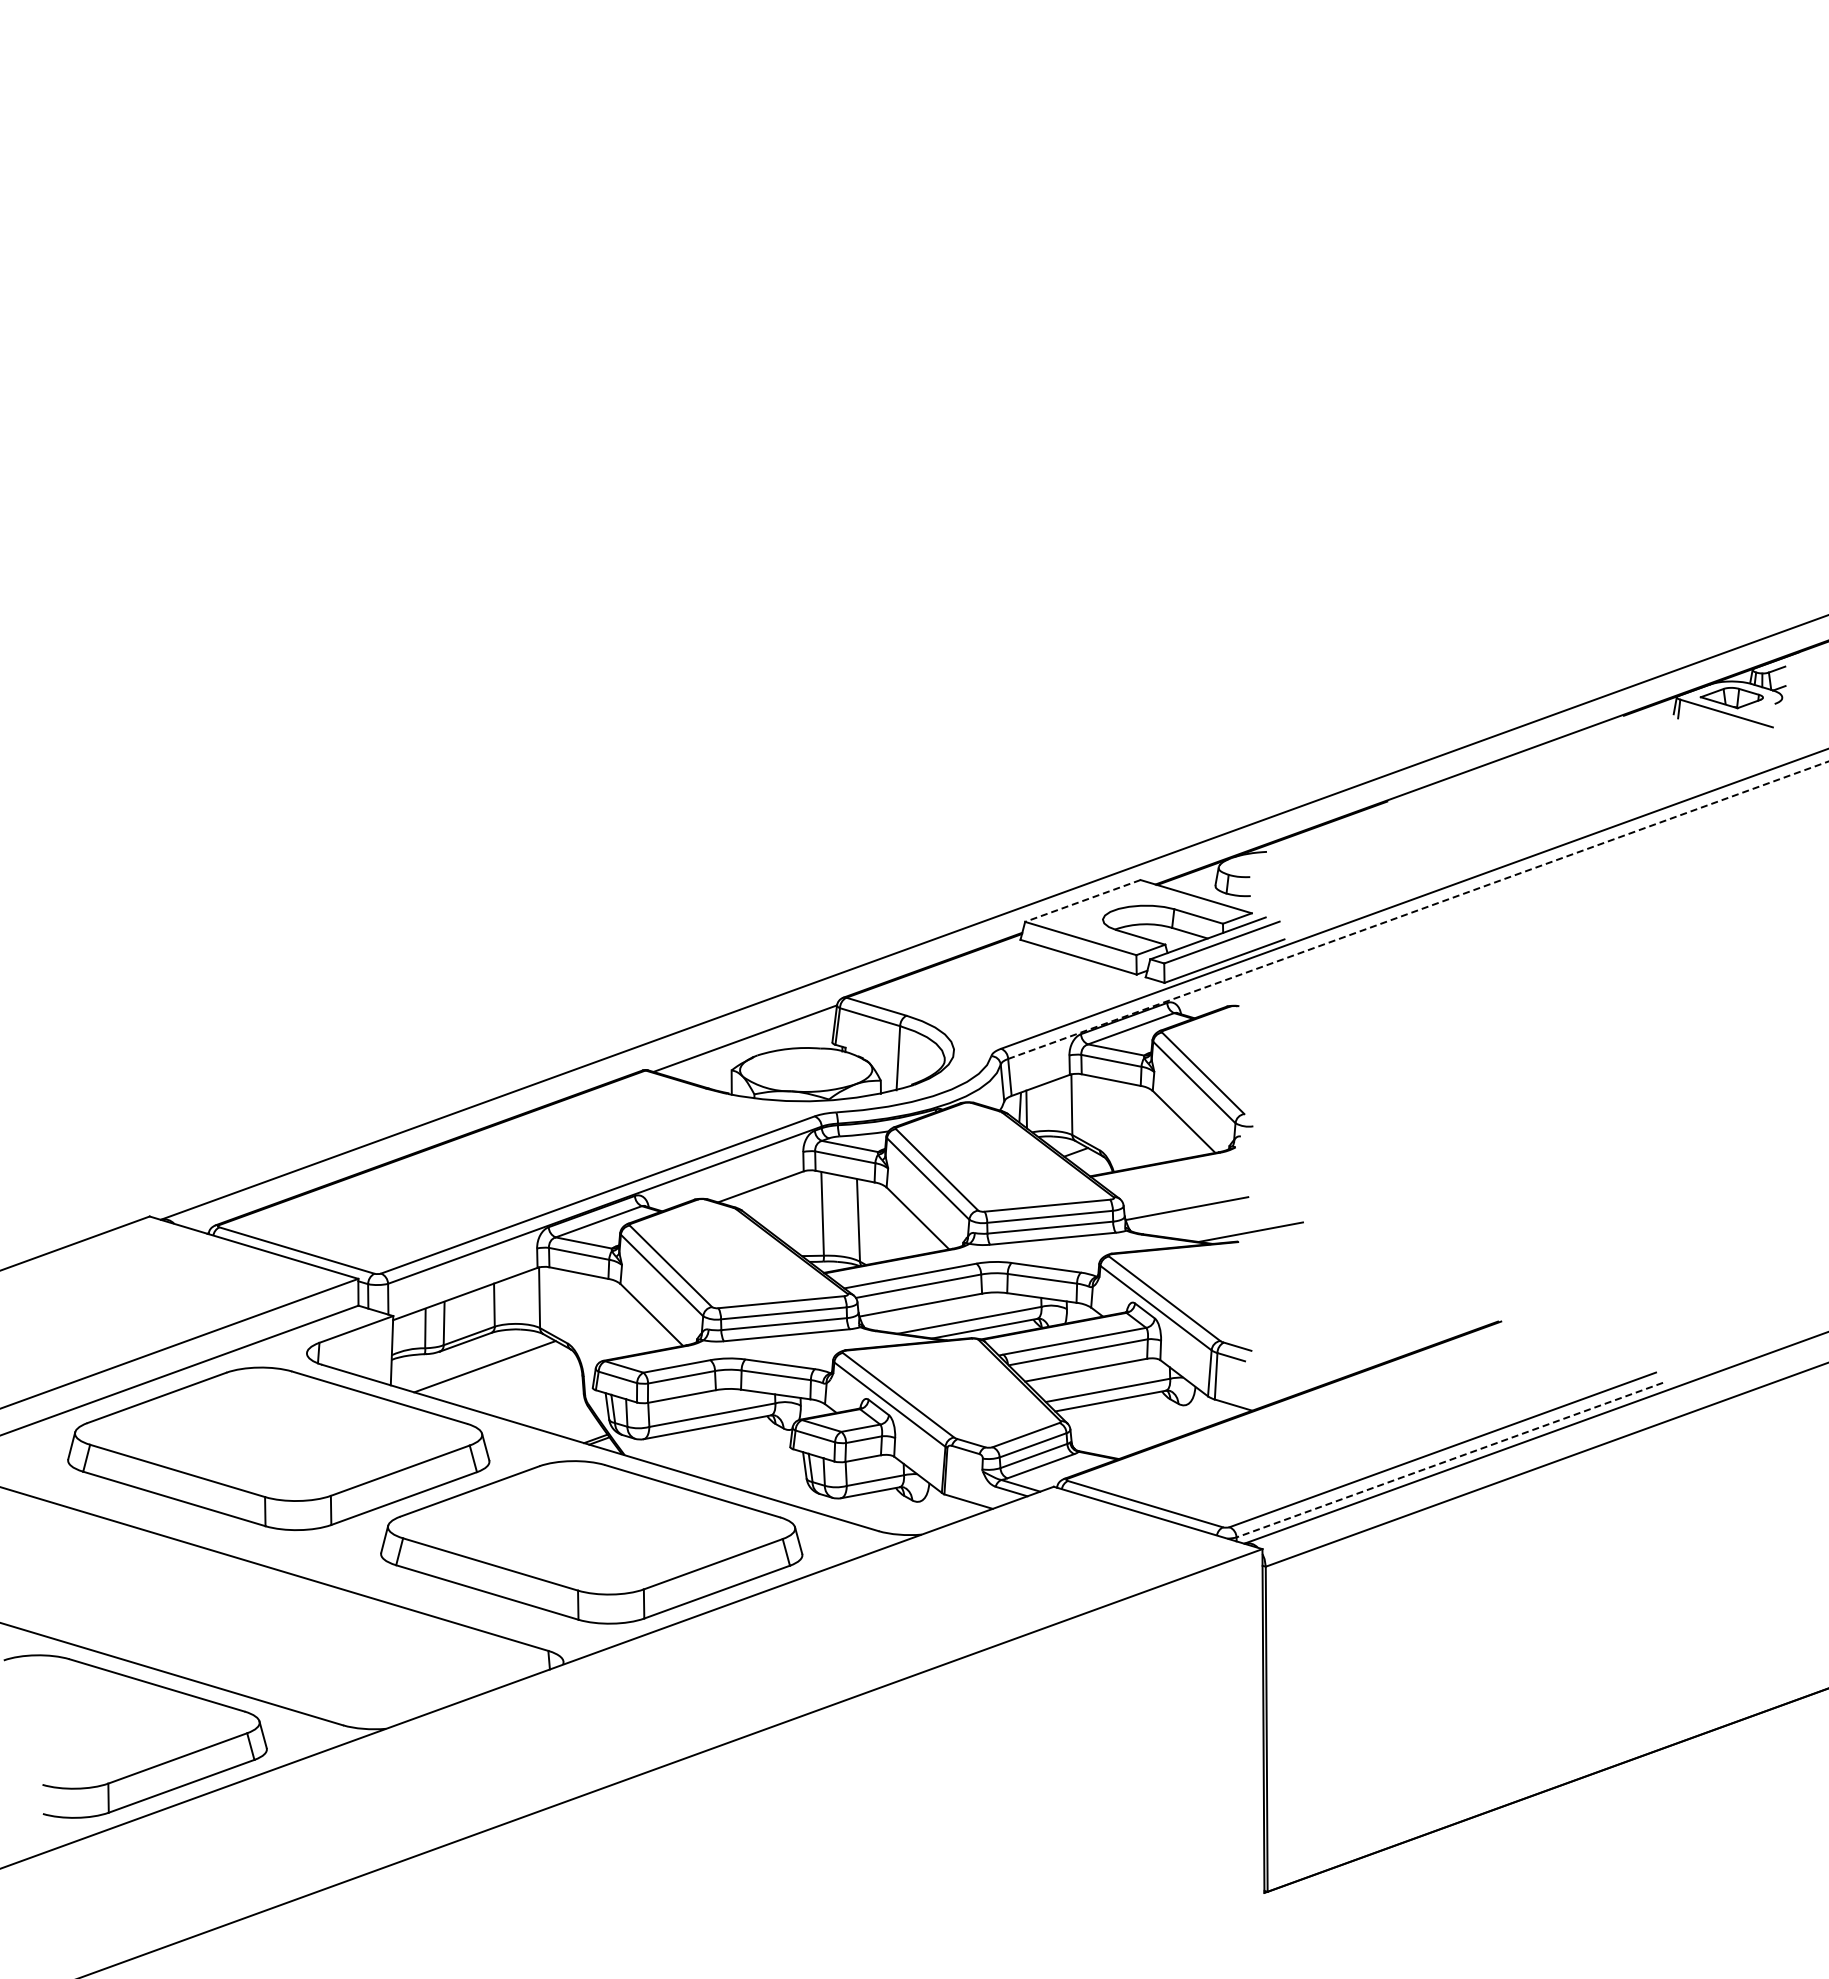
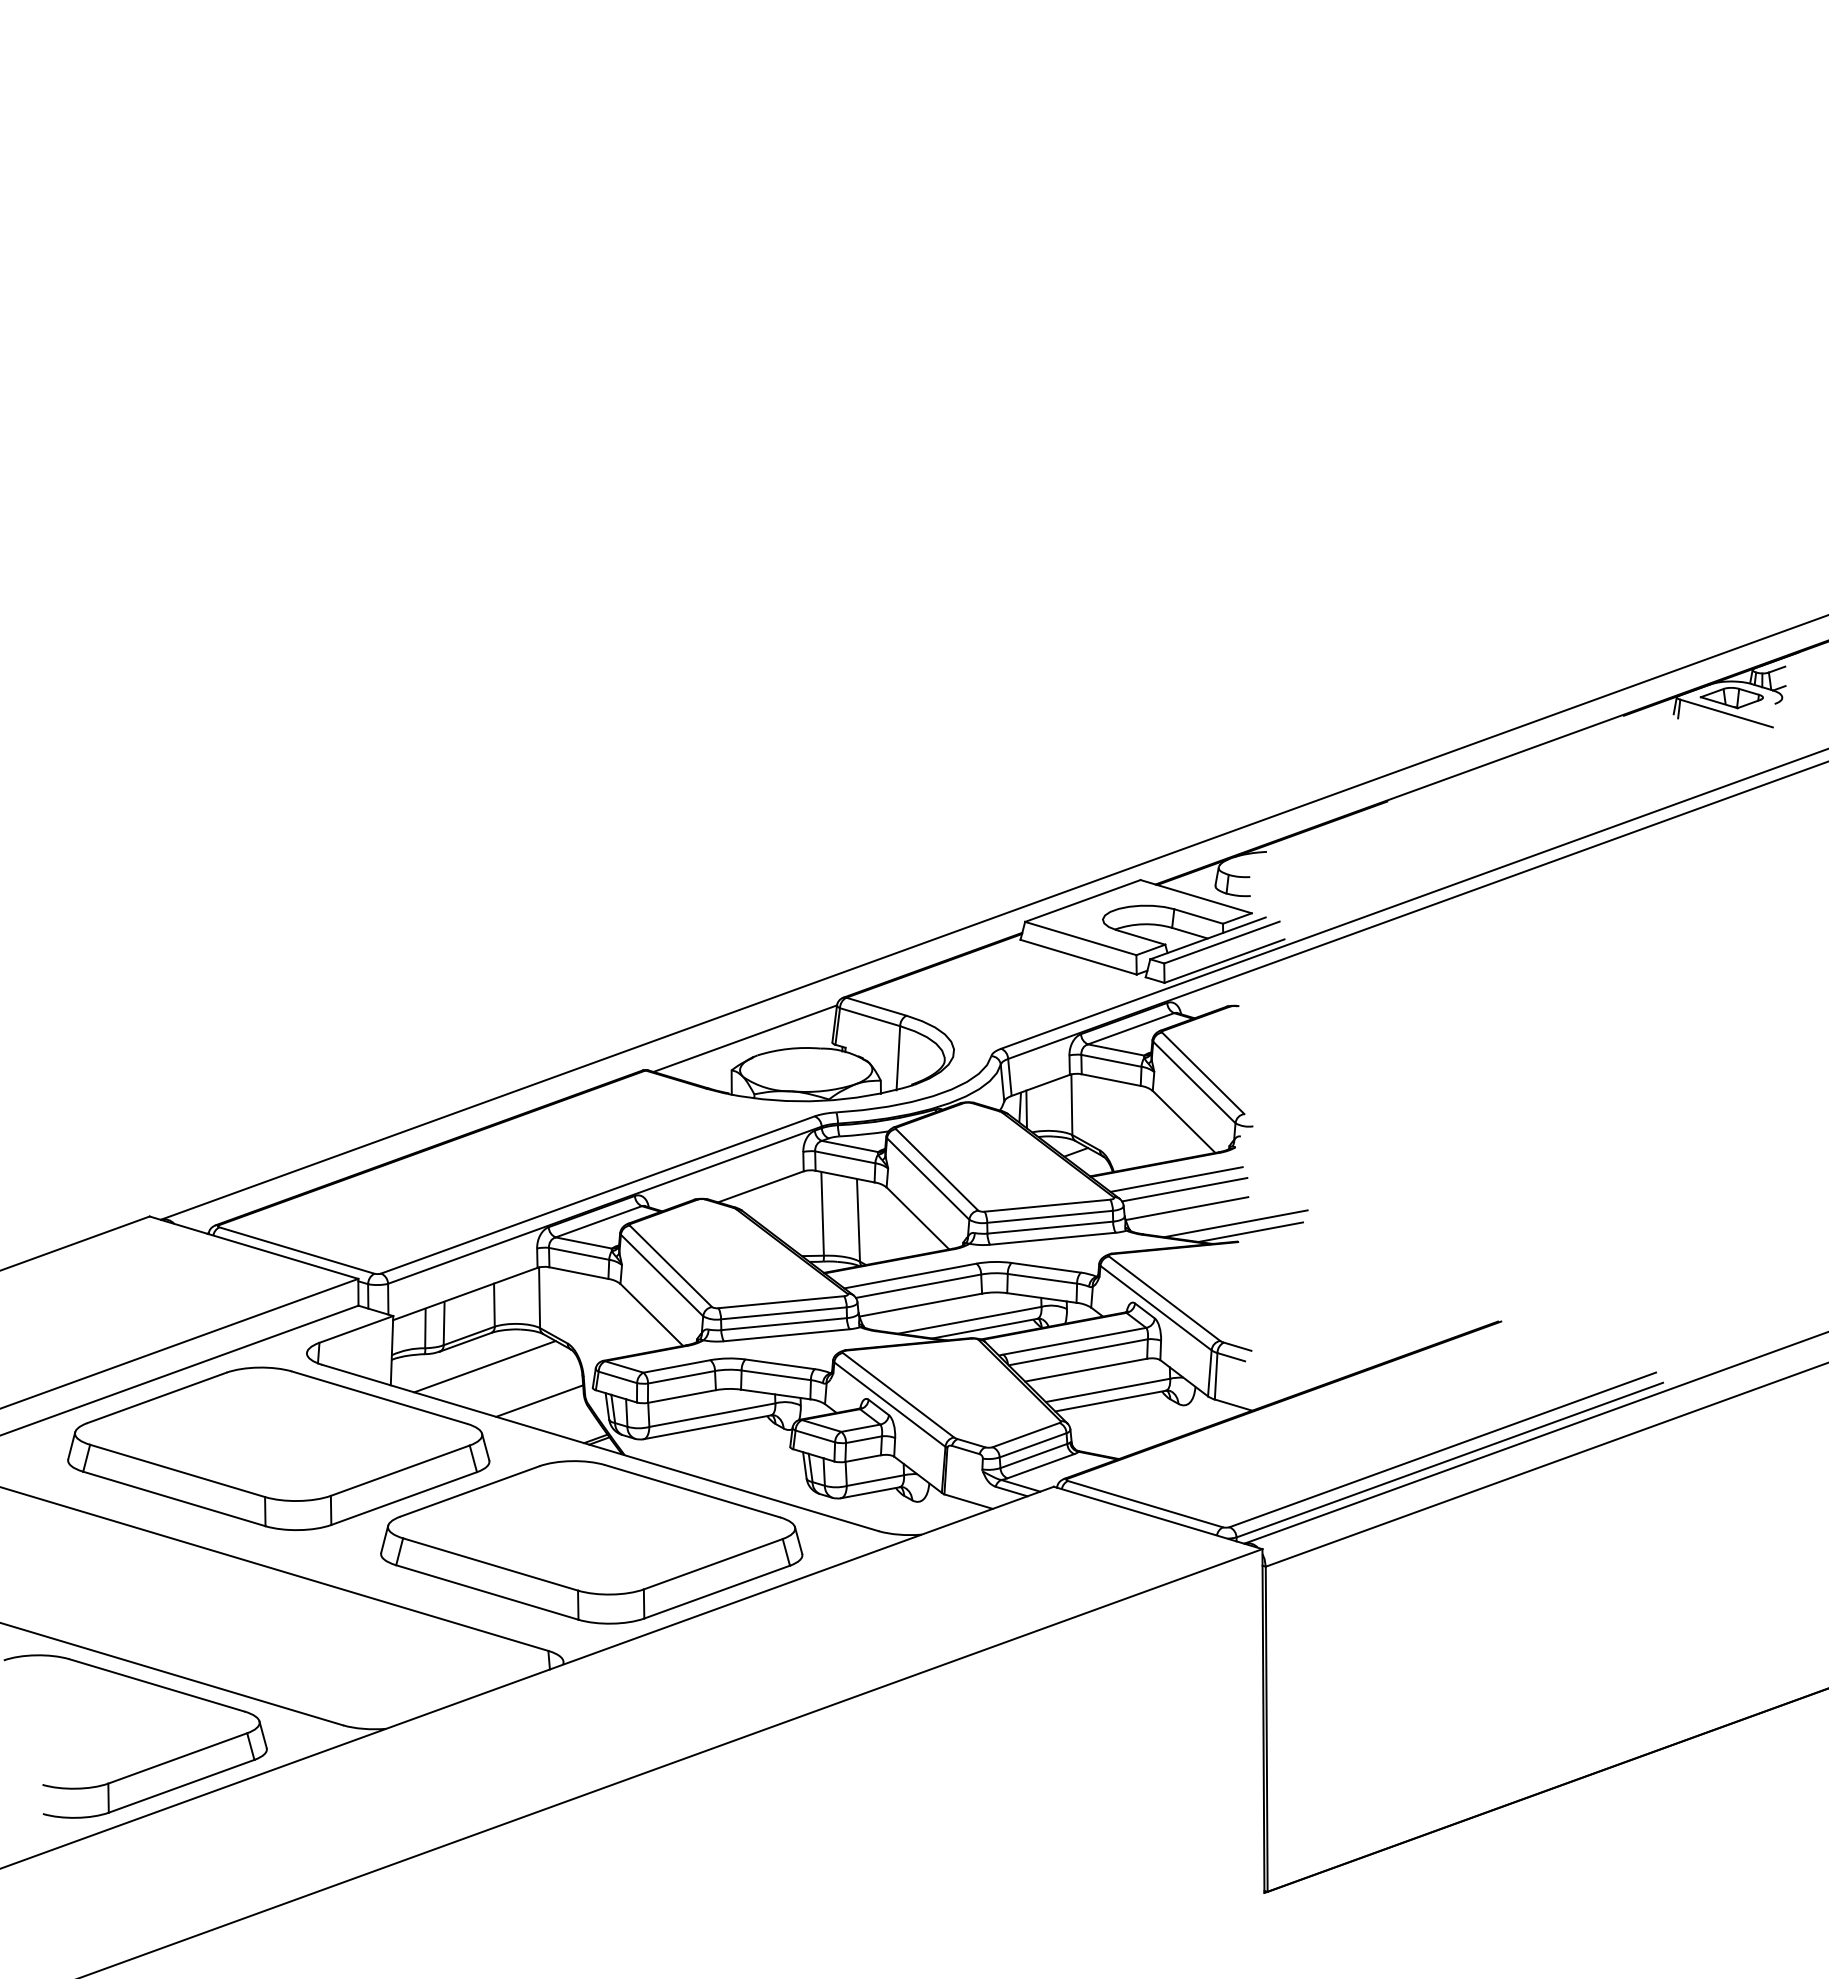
line at (1082, 901): dashed -> solid
line at (1418, 910): dashed -> solid
line at (1176, 1179): none -> present
line at (1184, 1189): none -> present
line at (1235, 1223): none -> present
line at (539, 1400): none -> present
line at (1449, 1460): dashed -> solid
